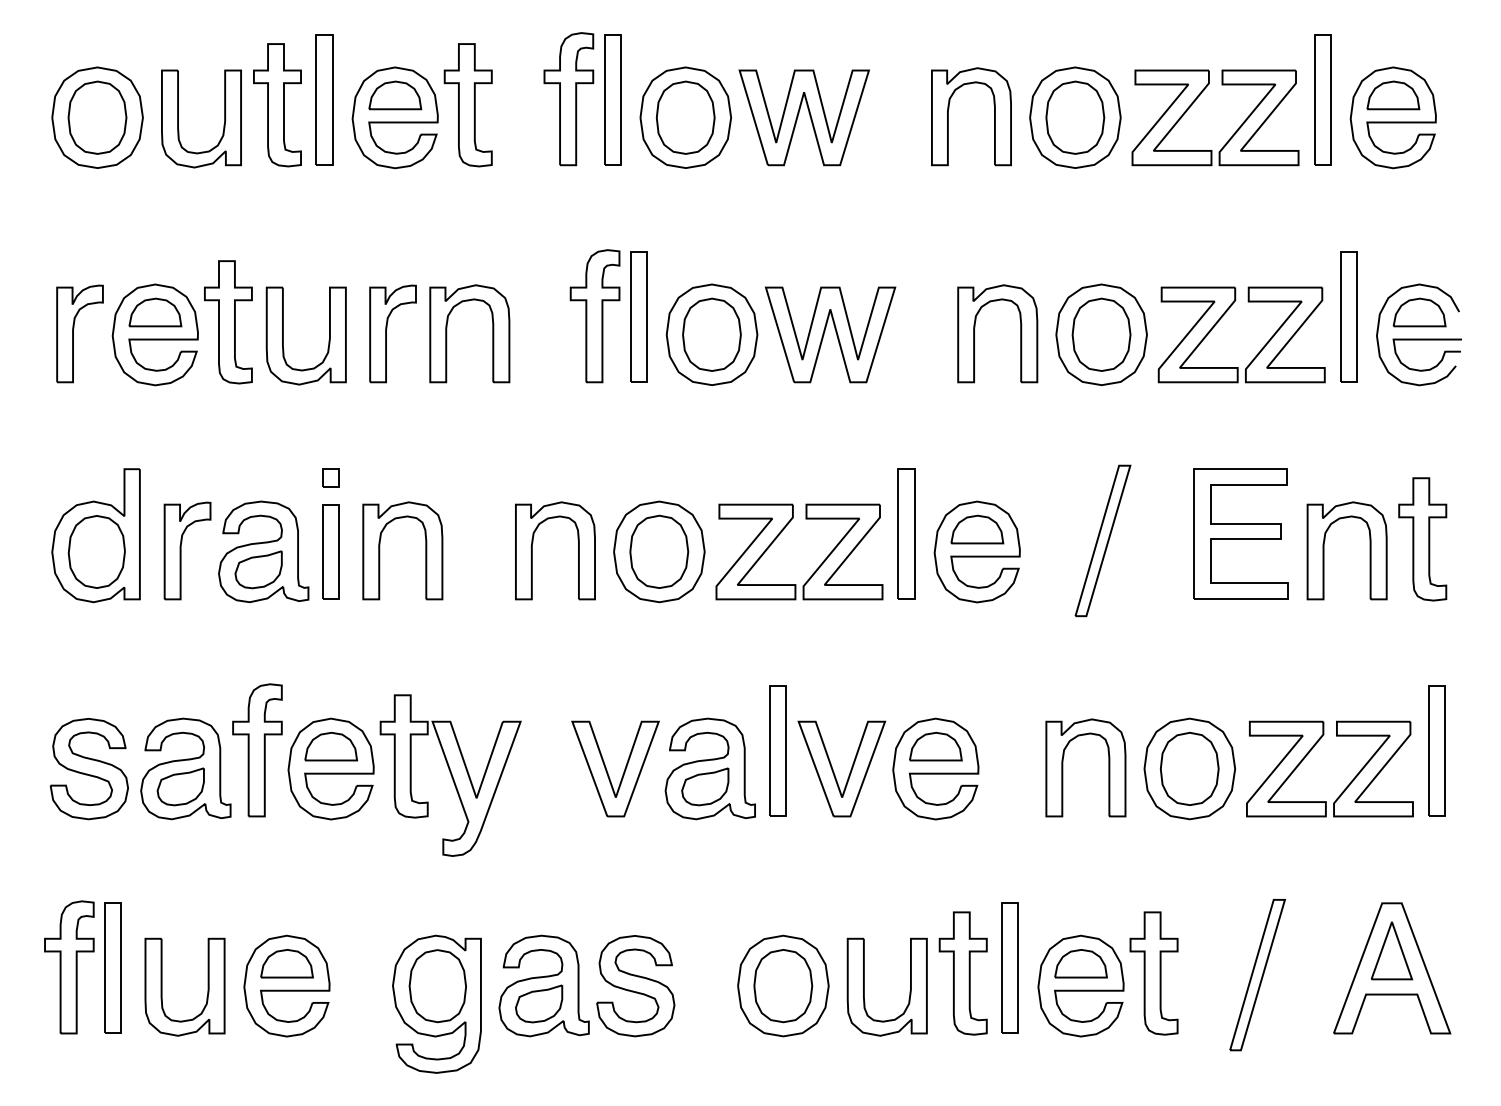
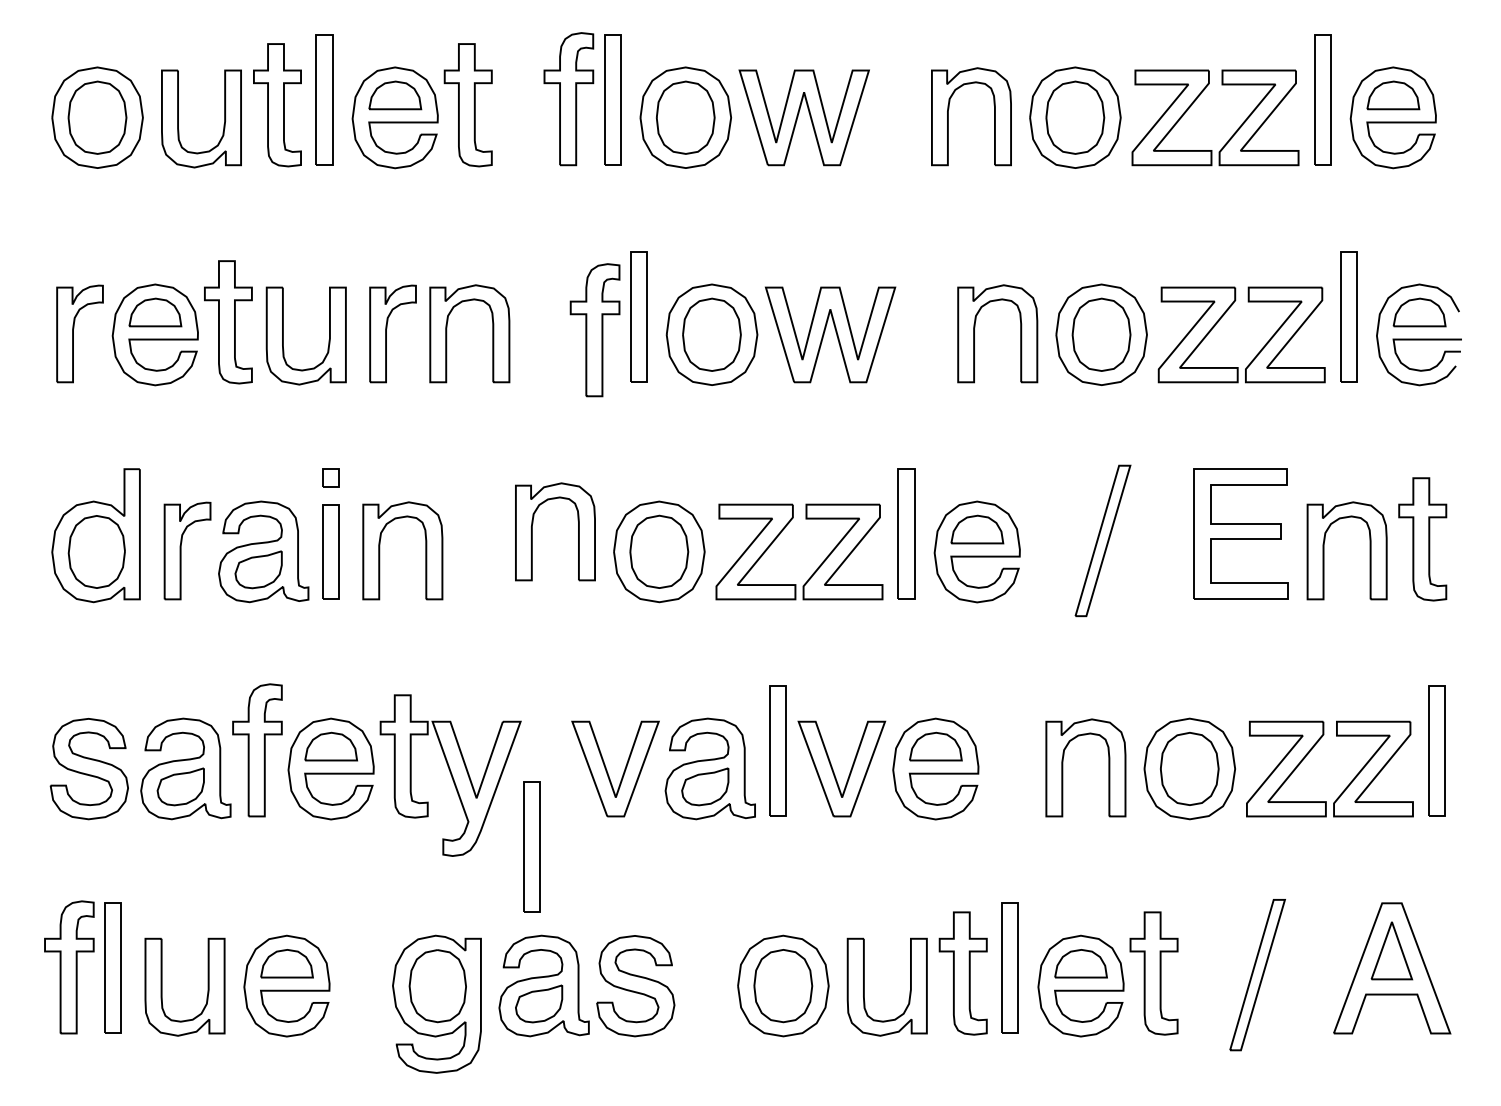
part at (594, 316) position: (594, 316) -> (594, 330)
part at (532, 550) position: (532, 550) -> (532, 531)
part at (531, 846): none -> present
